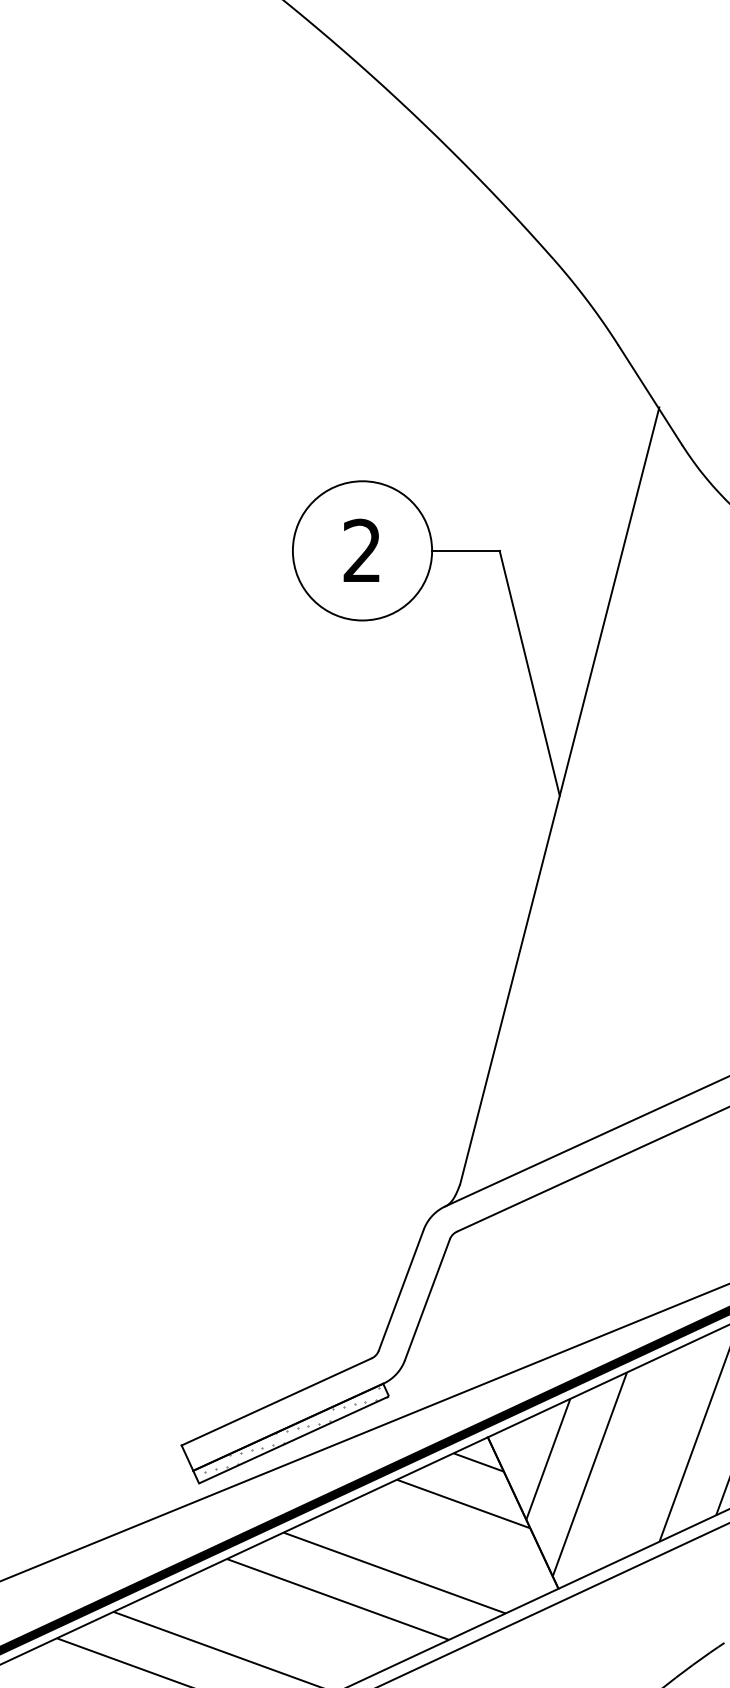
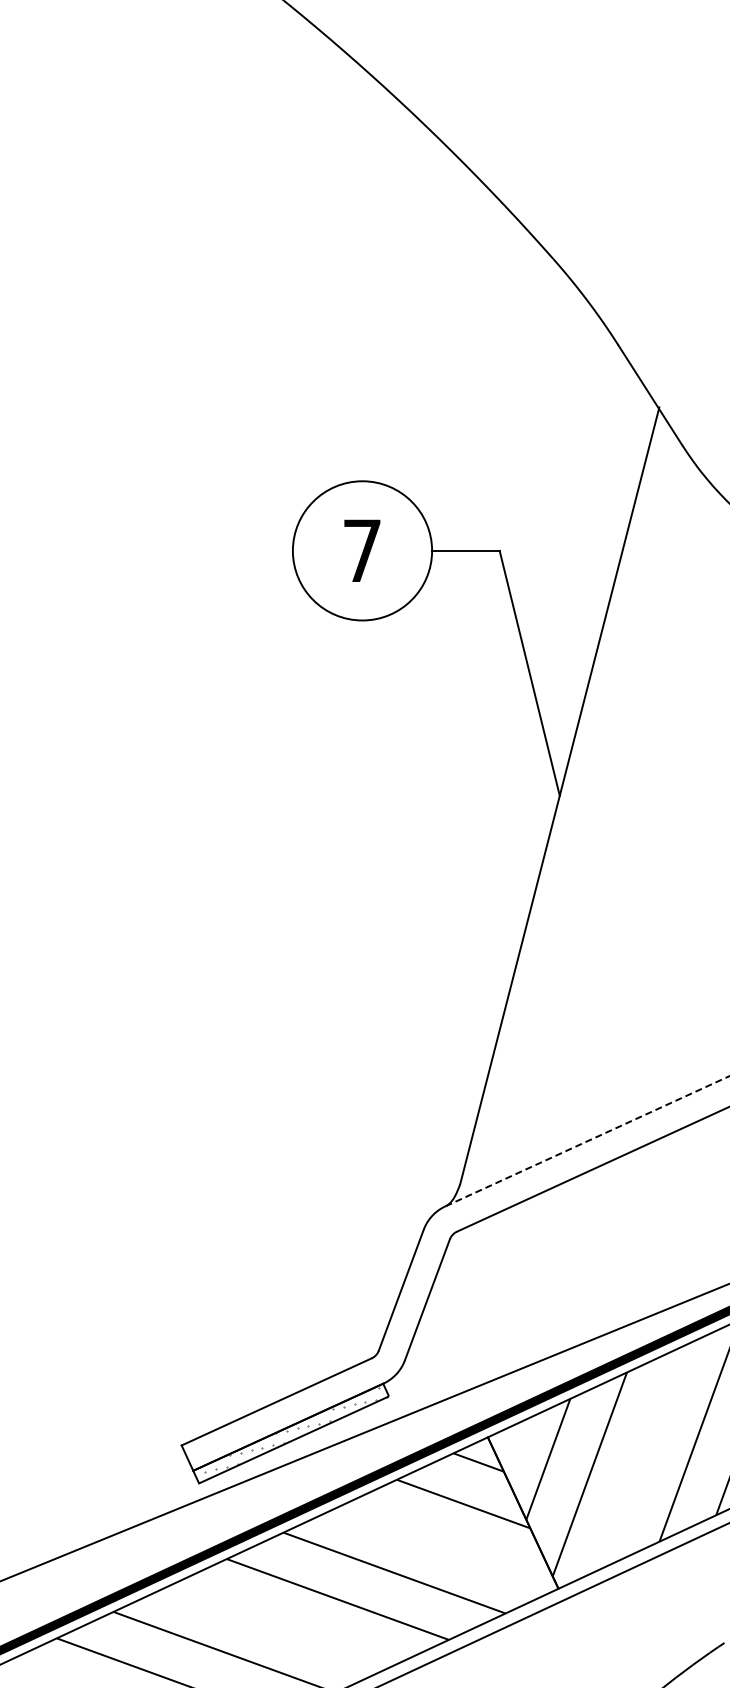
text at (361, 549): 2 -> 7
line at (588, 1140): solid -> dashed
